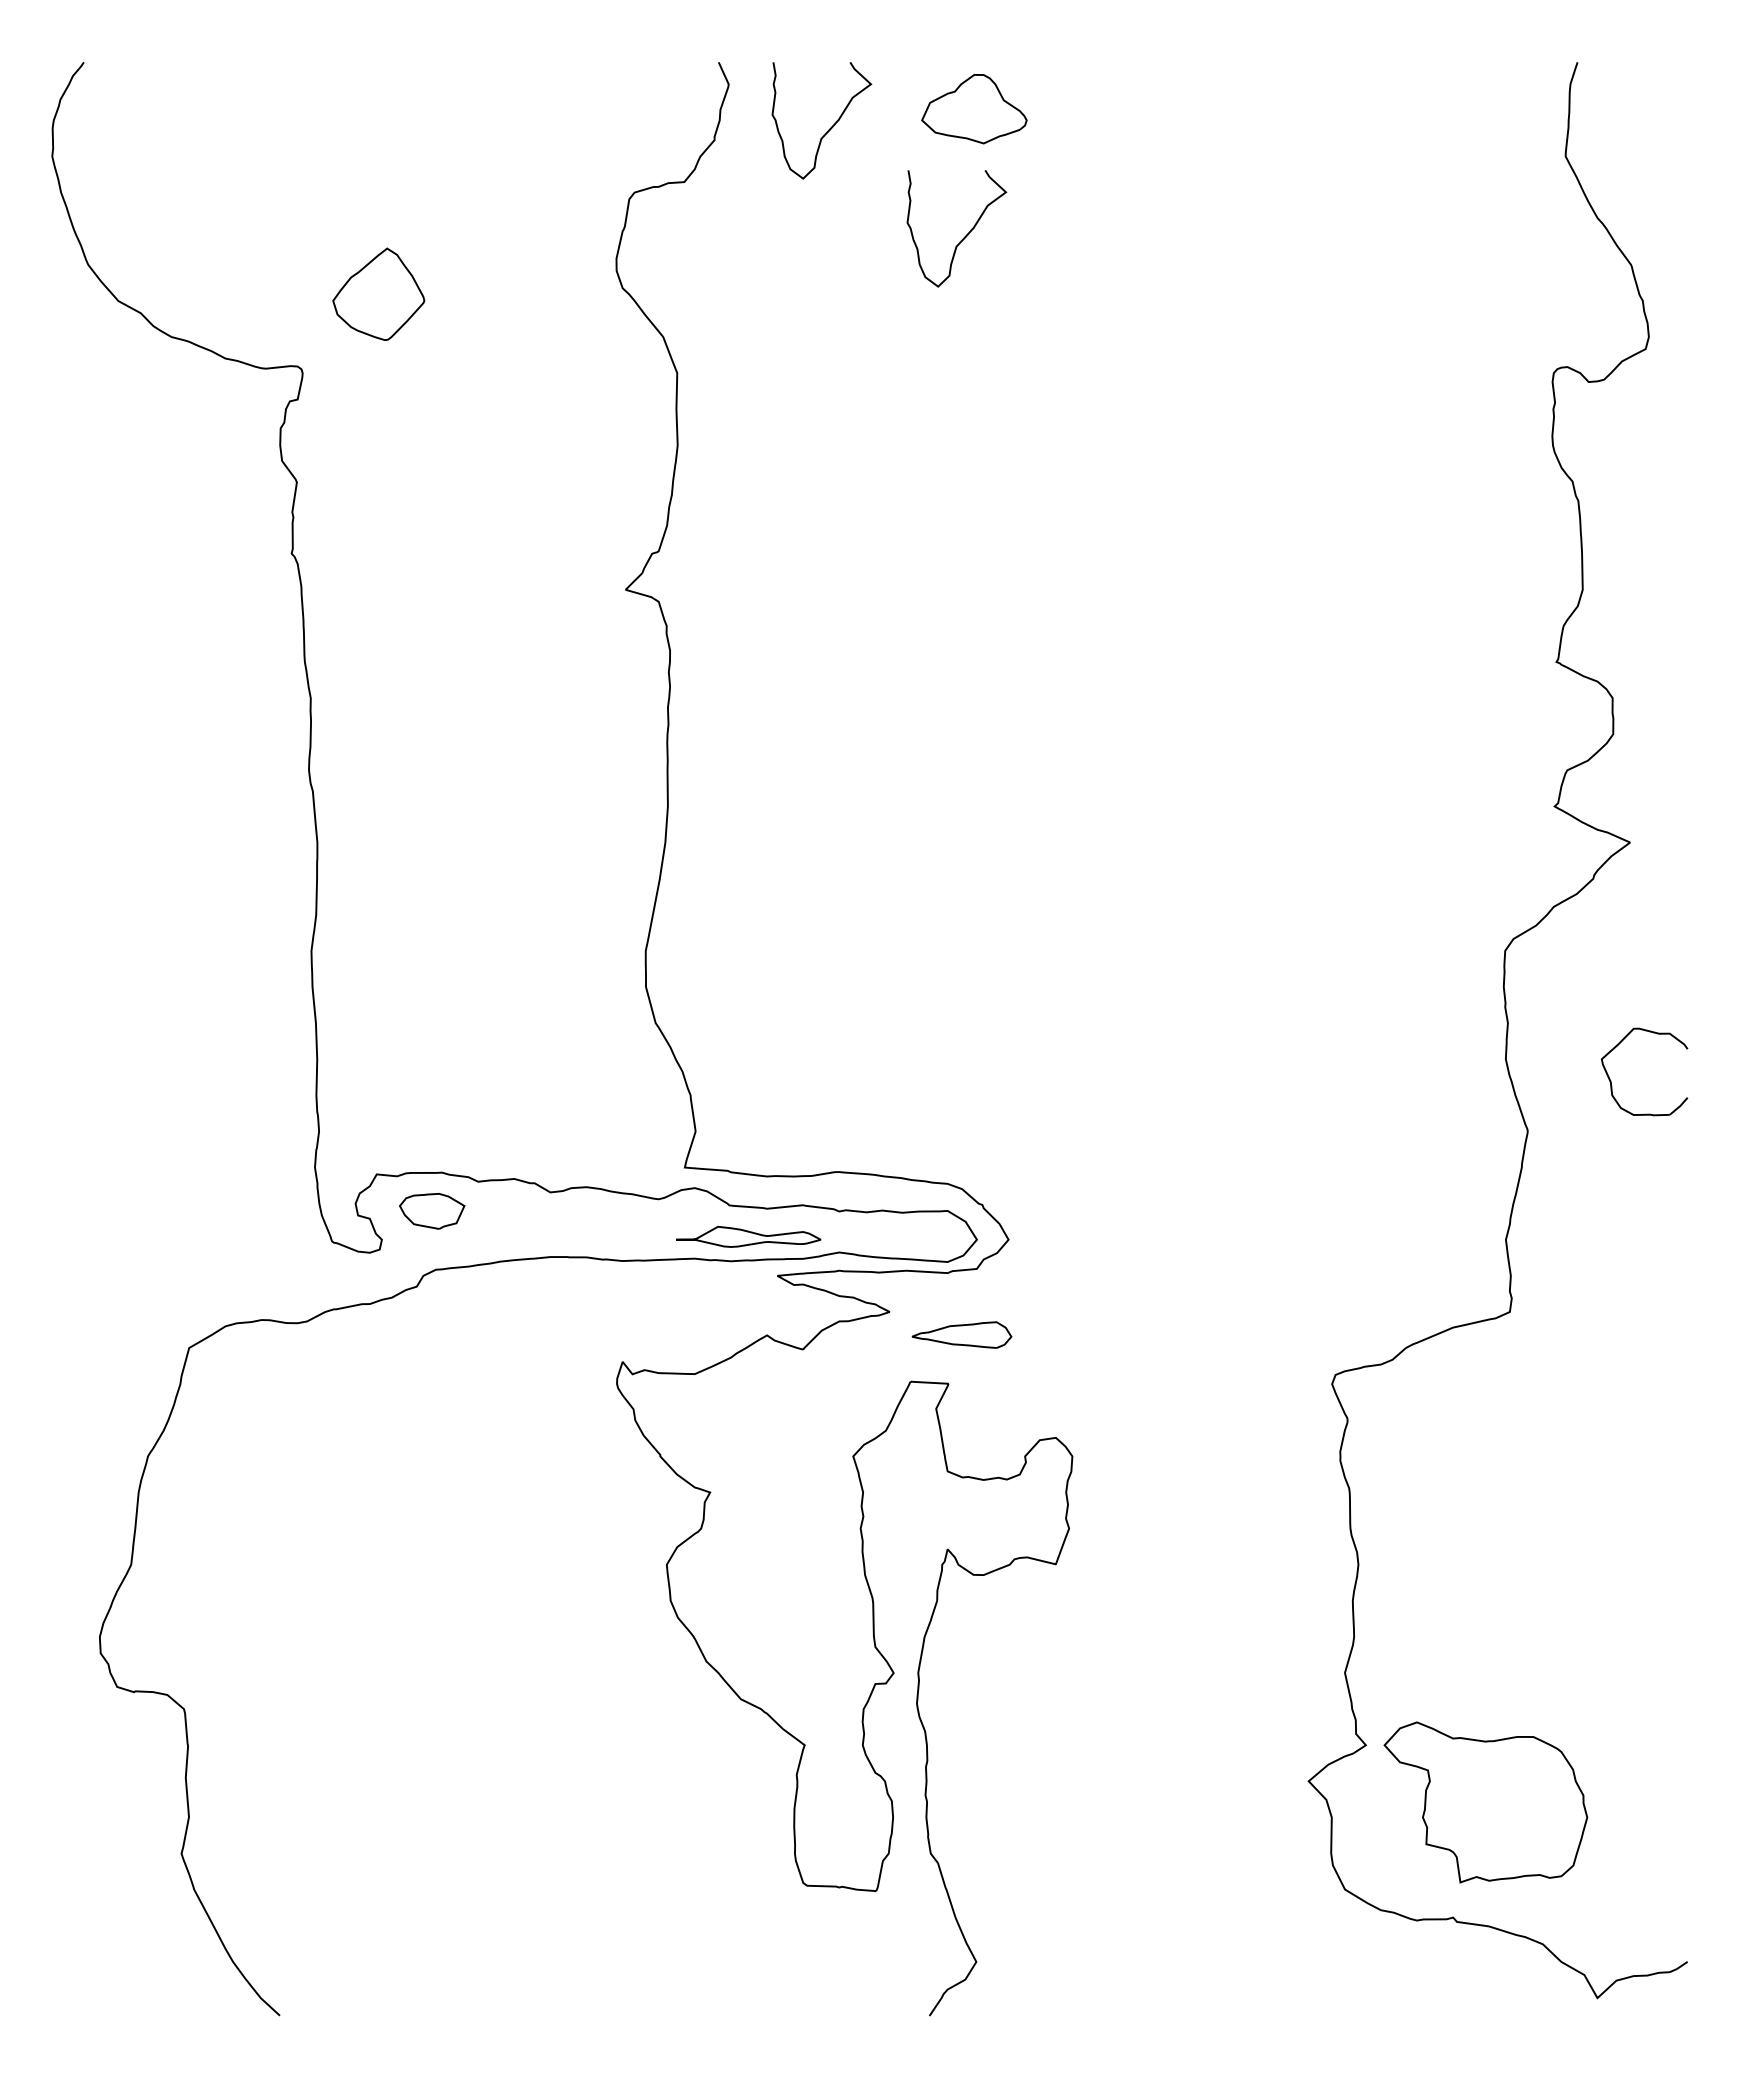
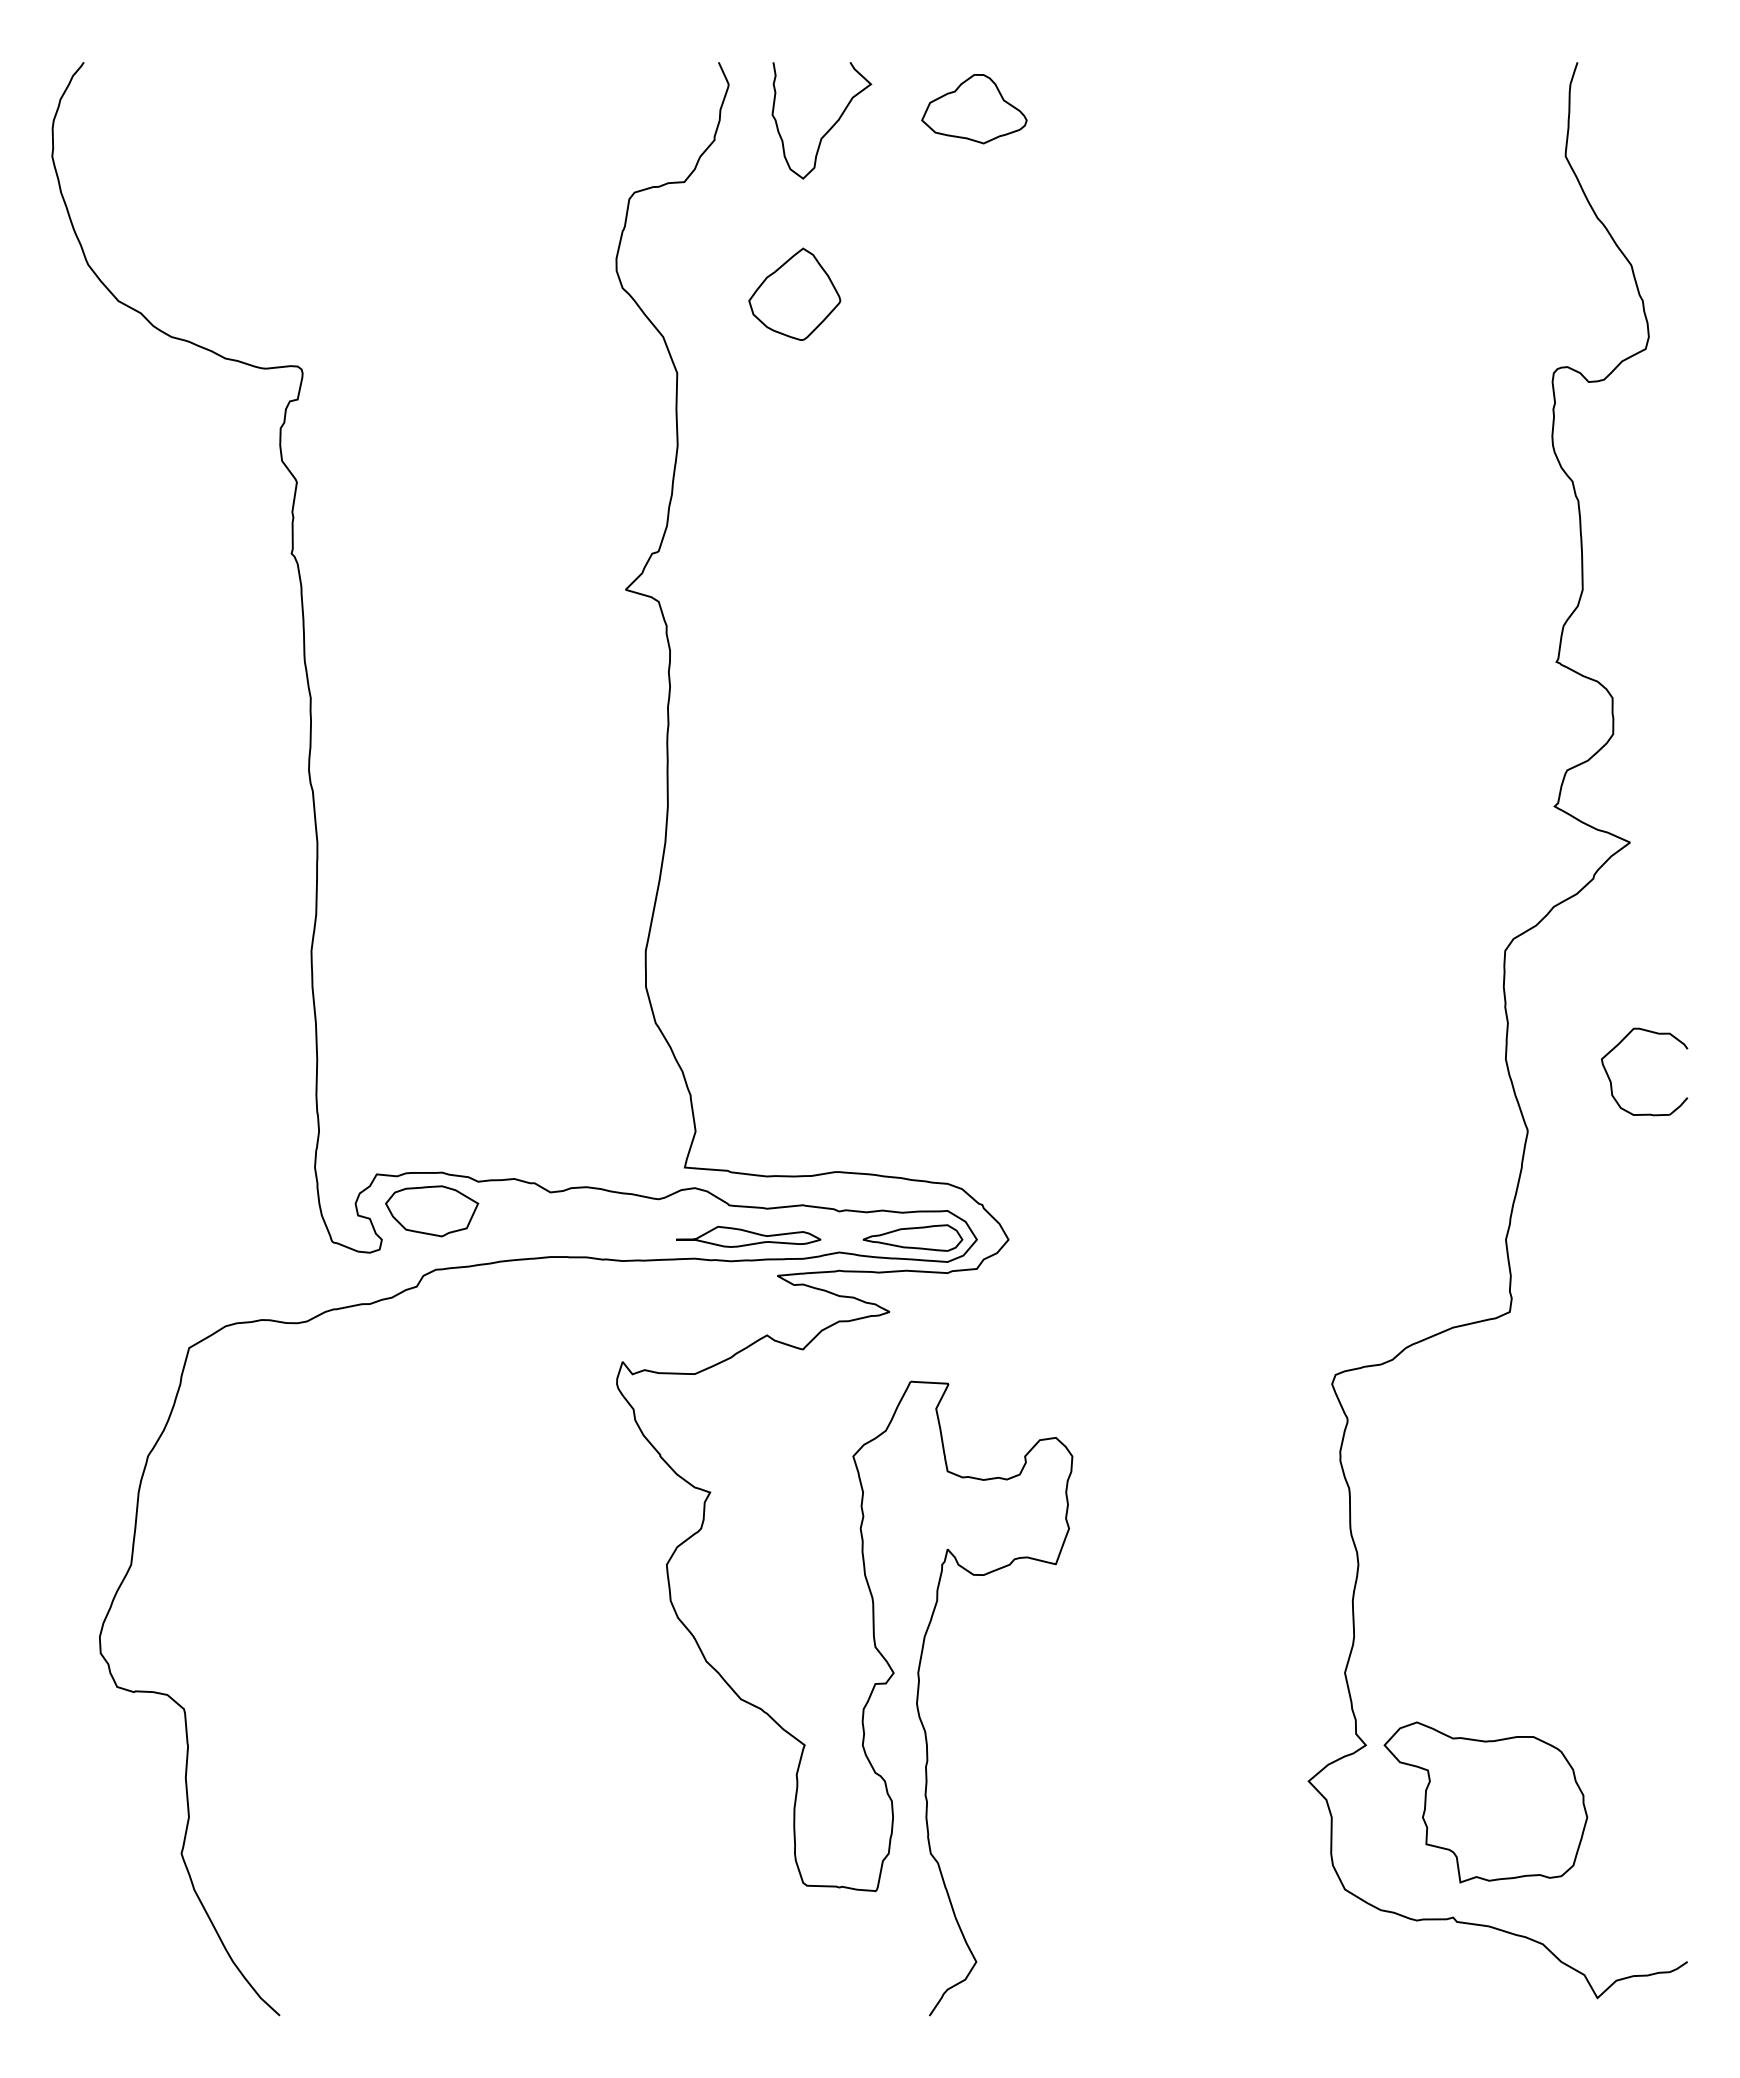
curve at (964, 236): present -> none
part at (378, 293) position: (378, 293) -> (794, 293)
part at (432, 1211) size: 67x37 px -> 95x53 px
part at (961, 1334) position: (961, 1334) -> (912, 1237)
